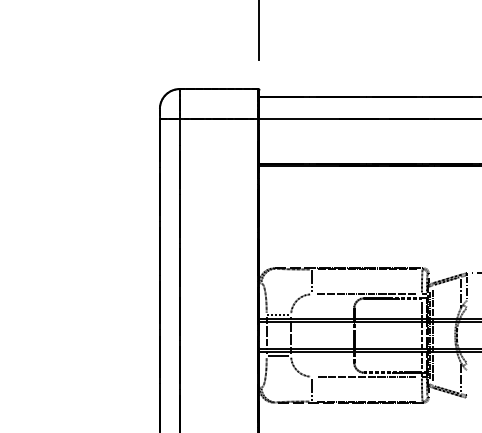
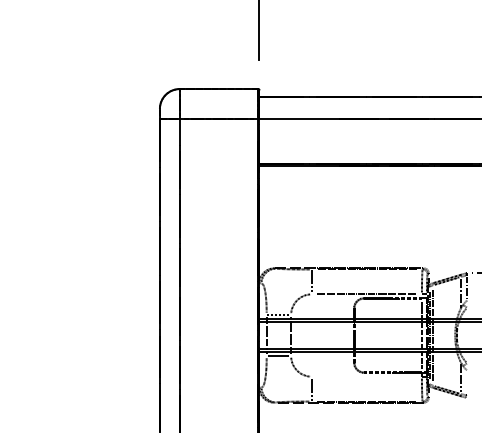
line at (366, 376): present -> none
